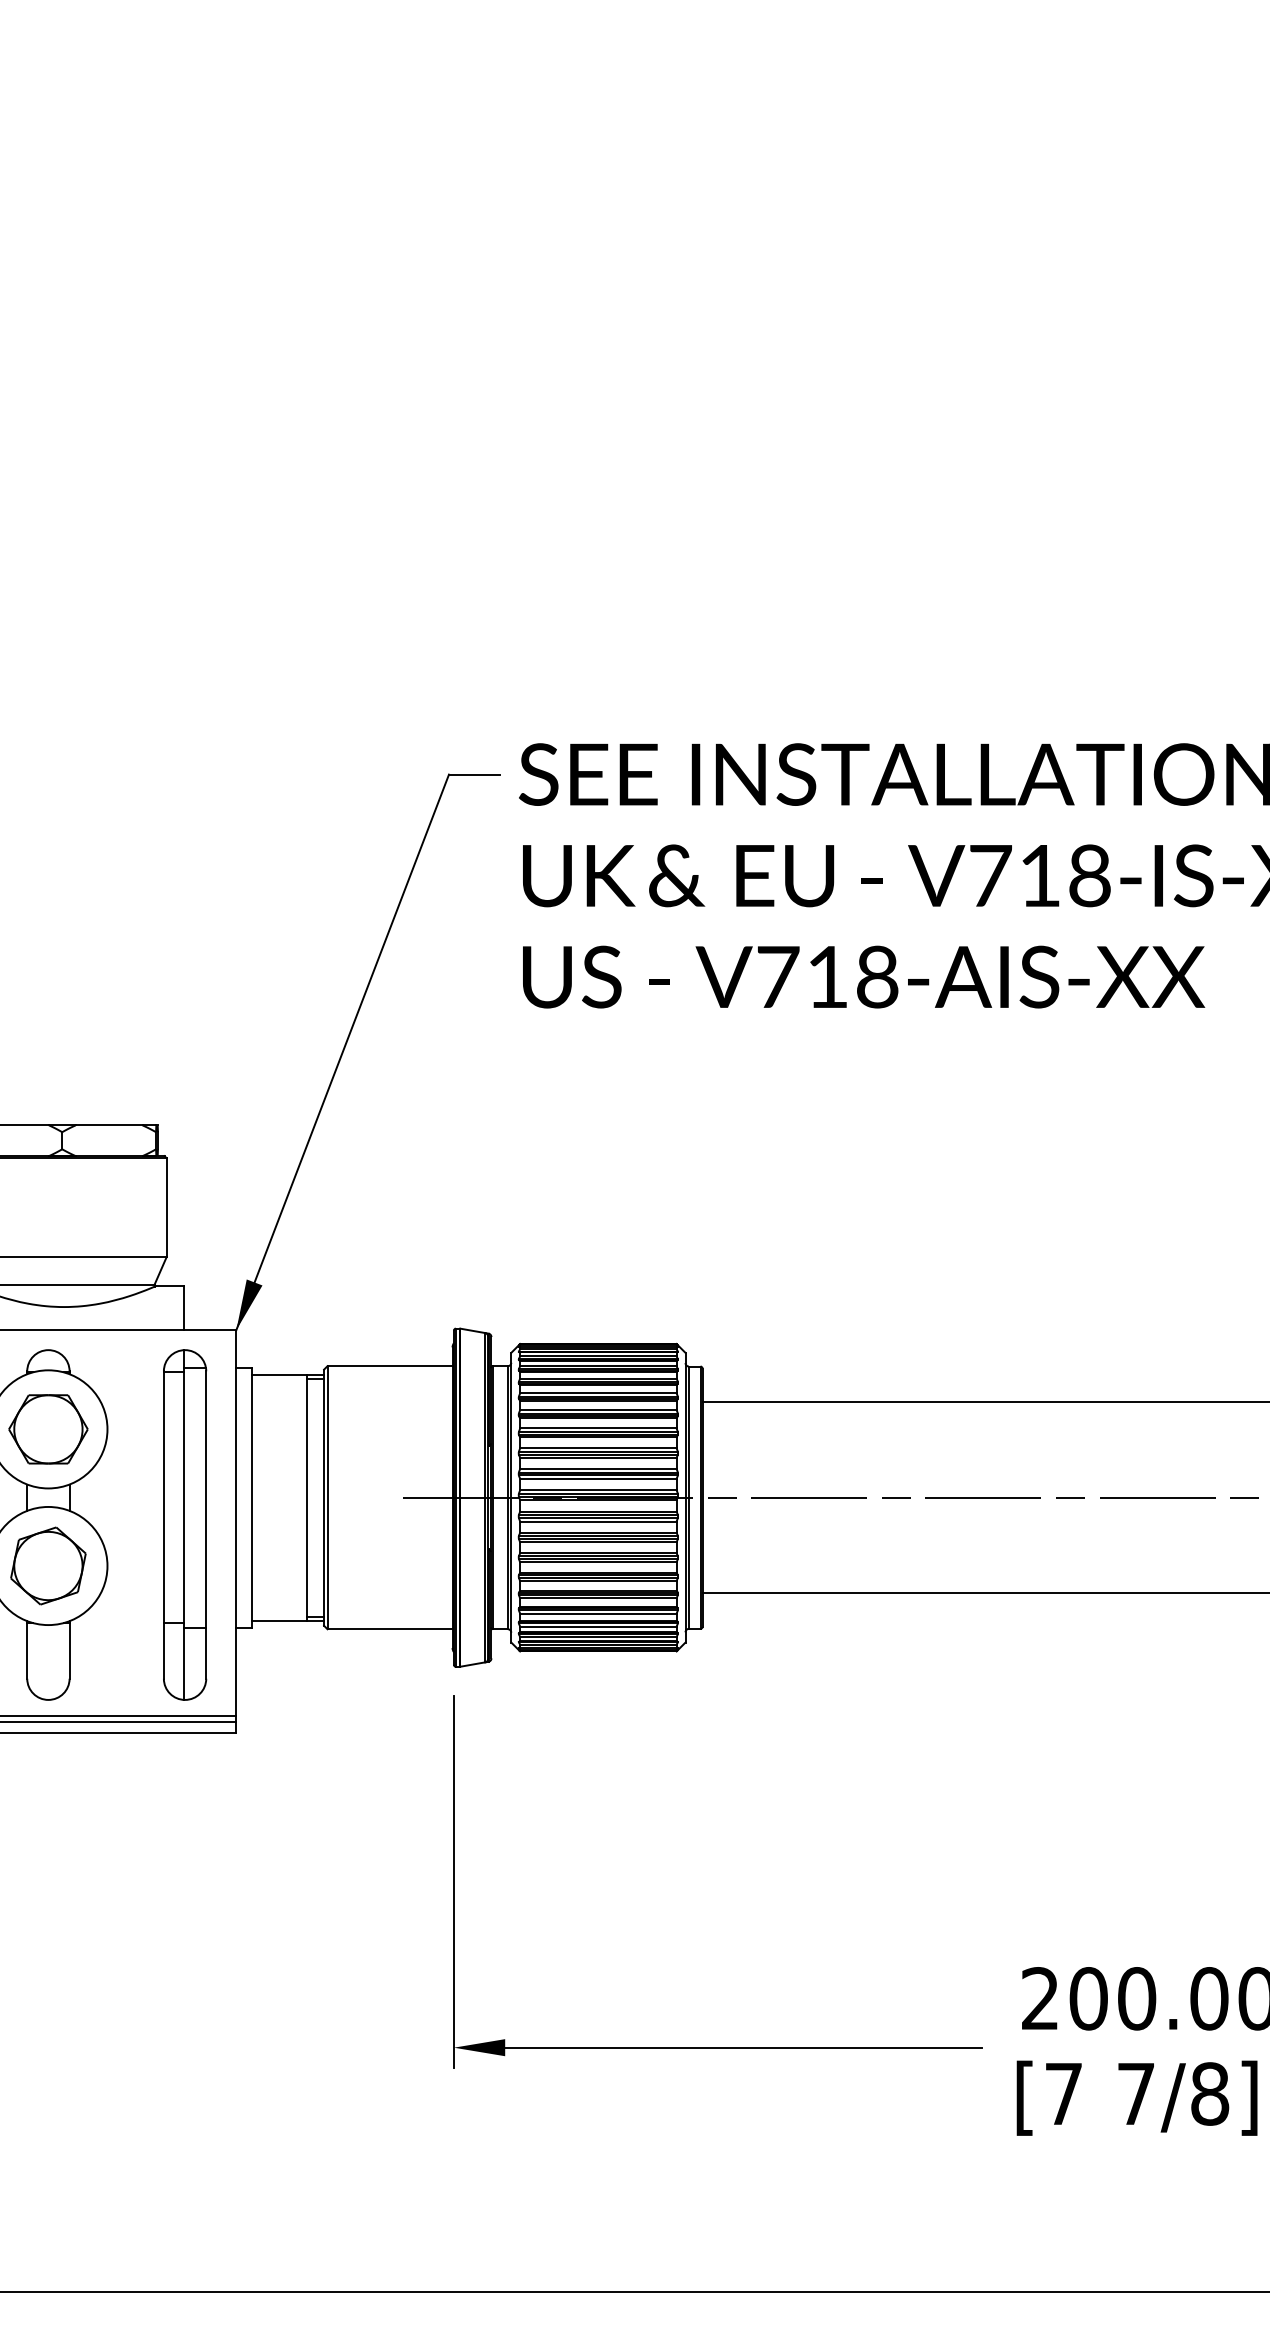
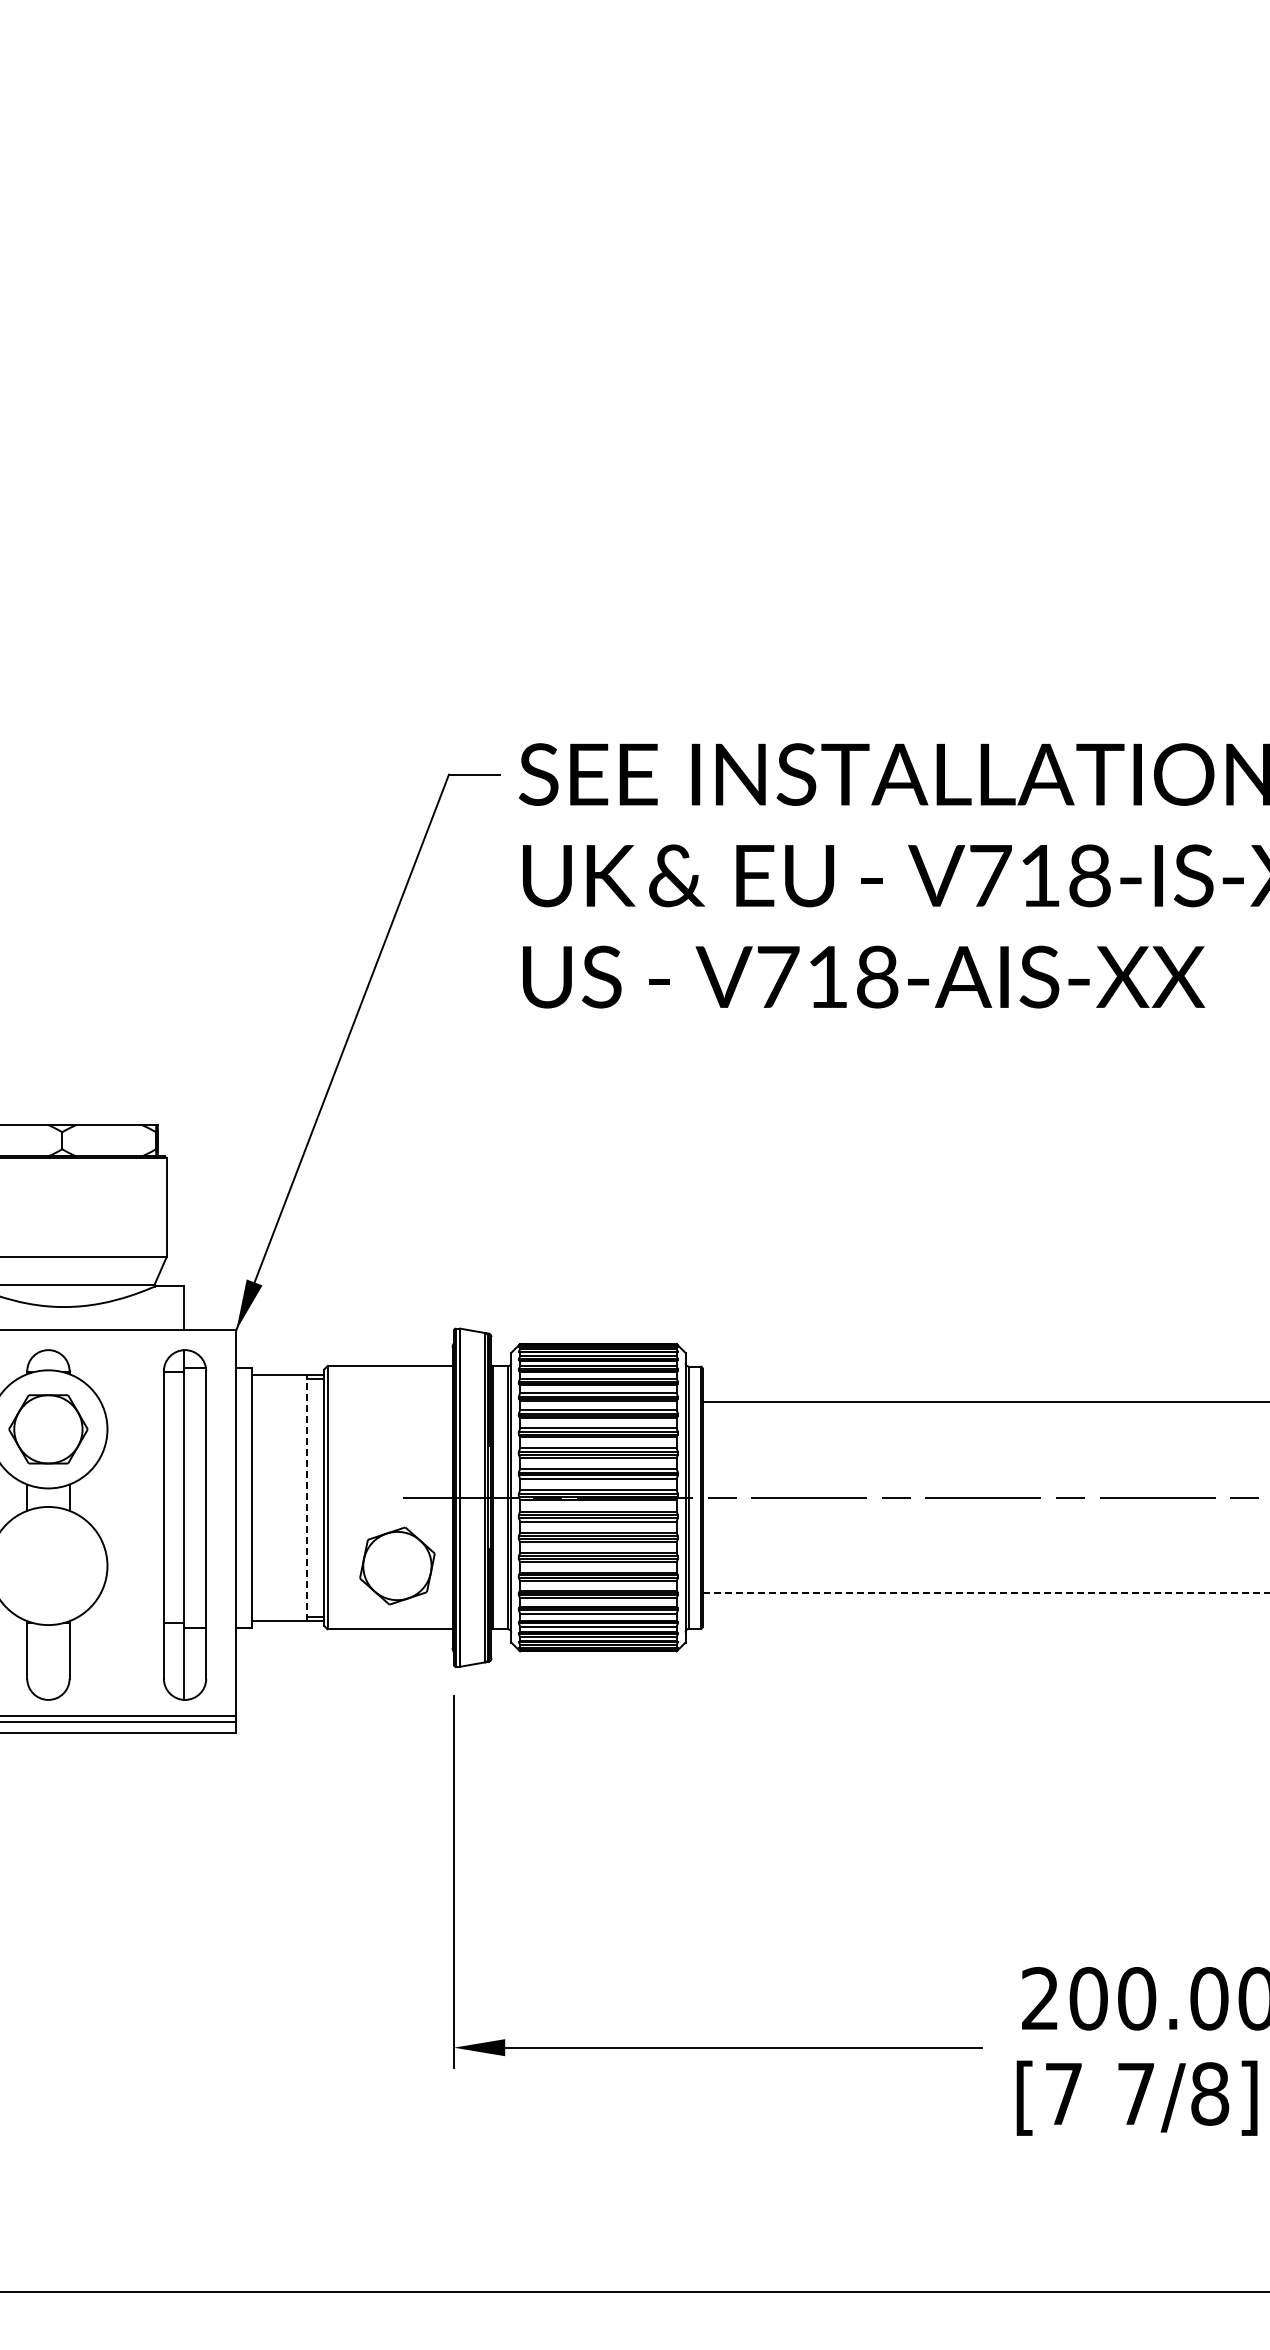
line at (306, 1497): solid -> dashed
part at (48, 1565) position: (48, 1565) -> (397, 1565)
line at (986, 1593): solid -> dashed
